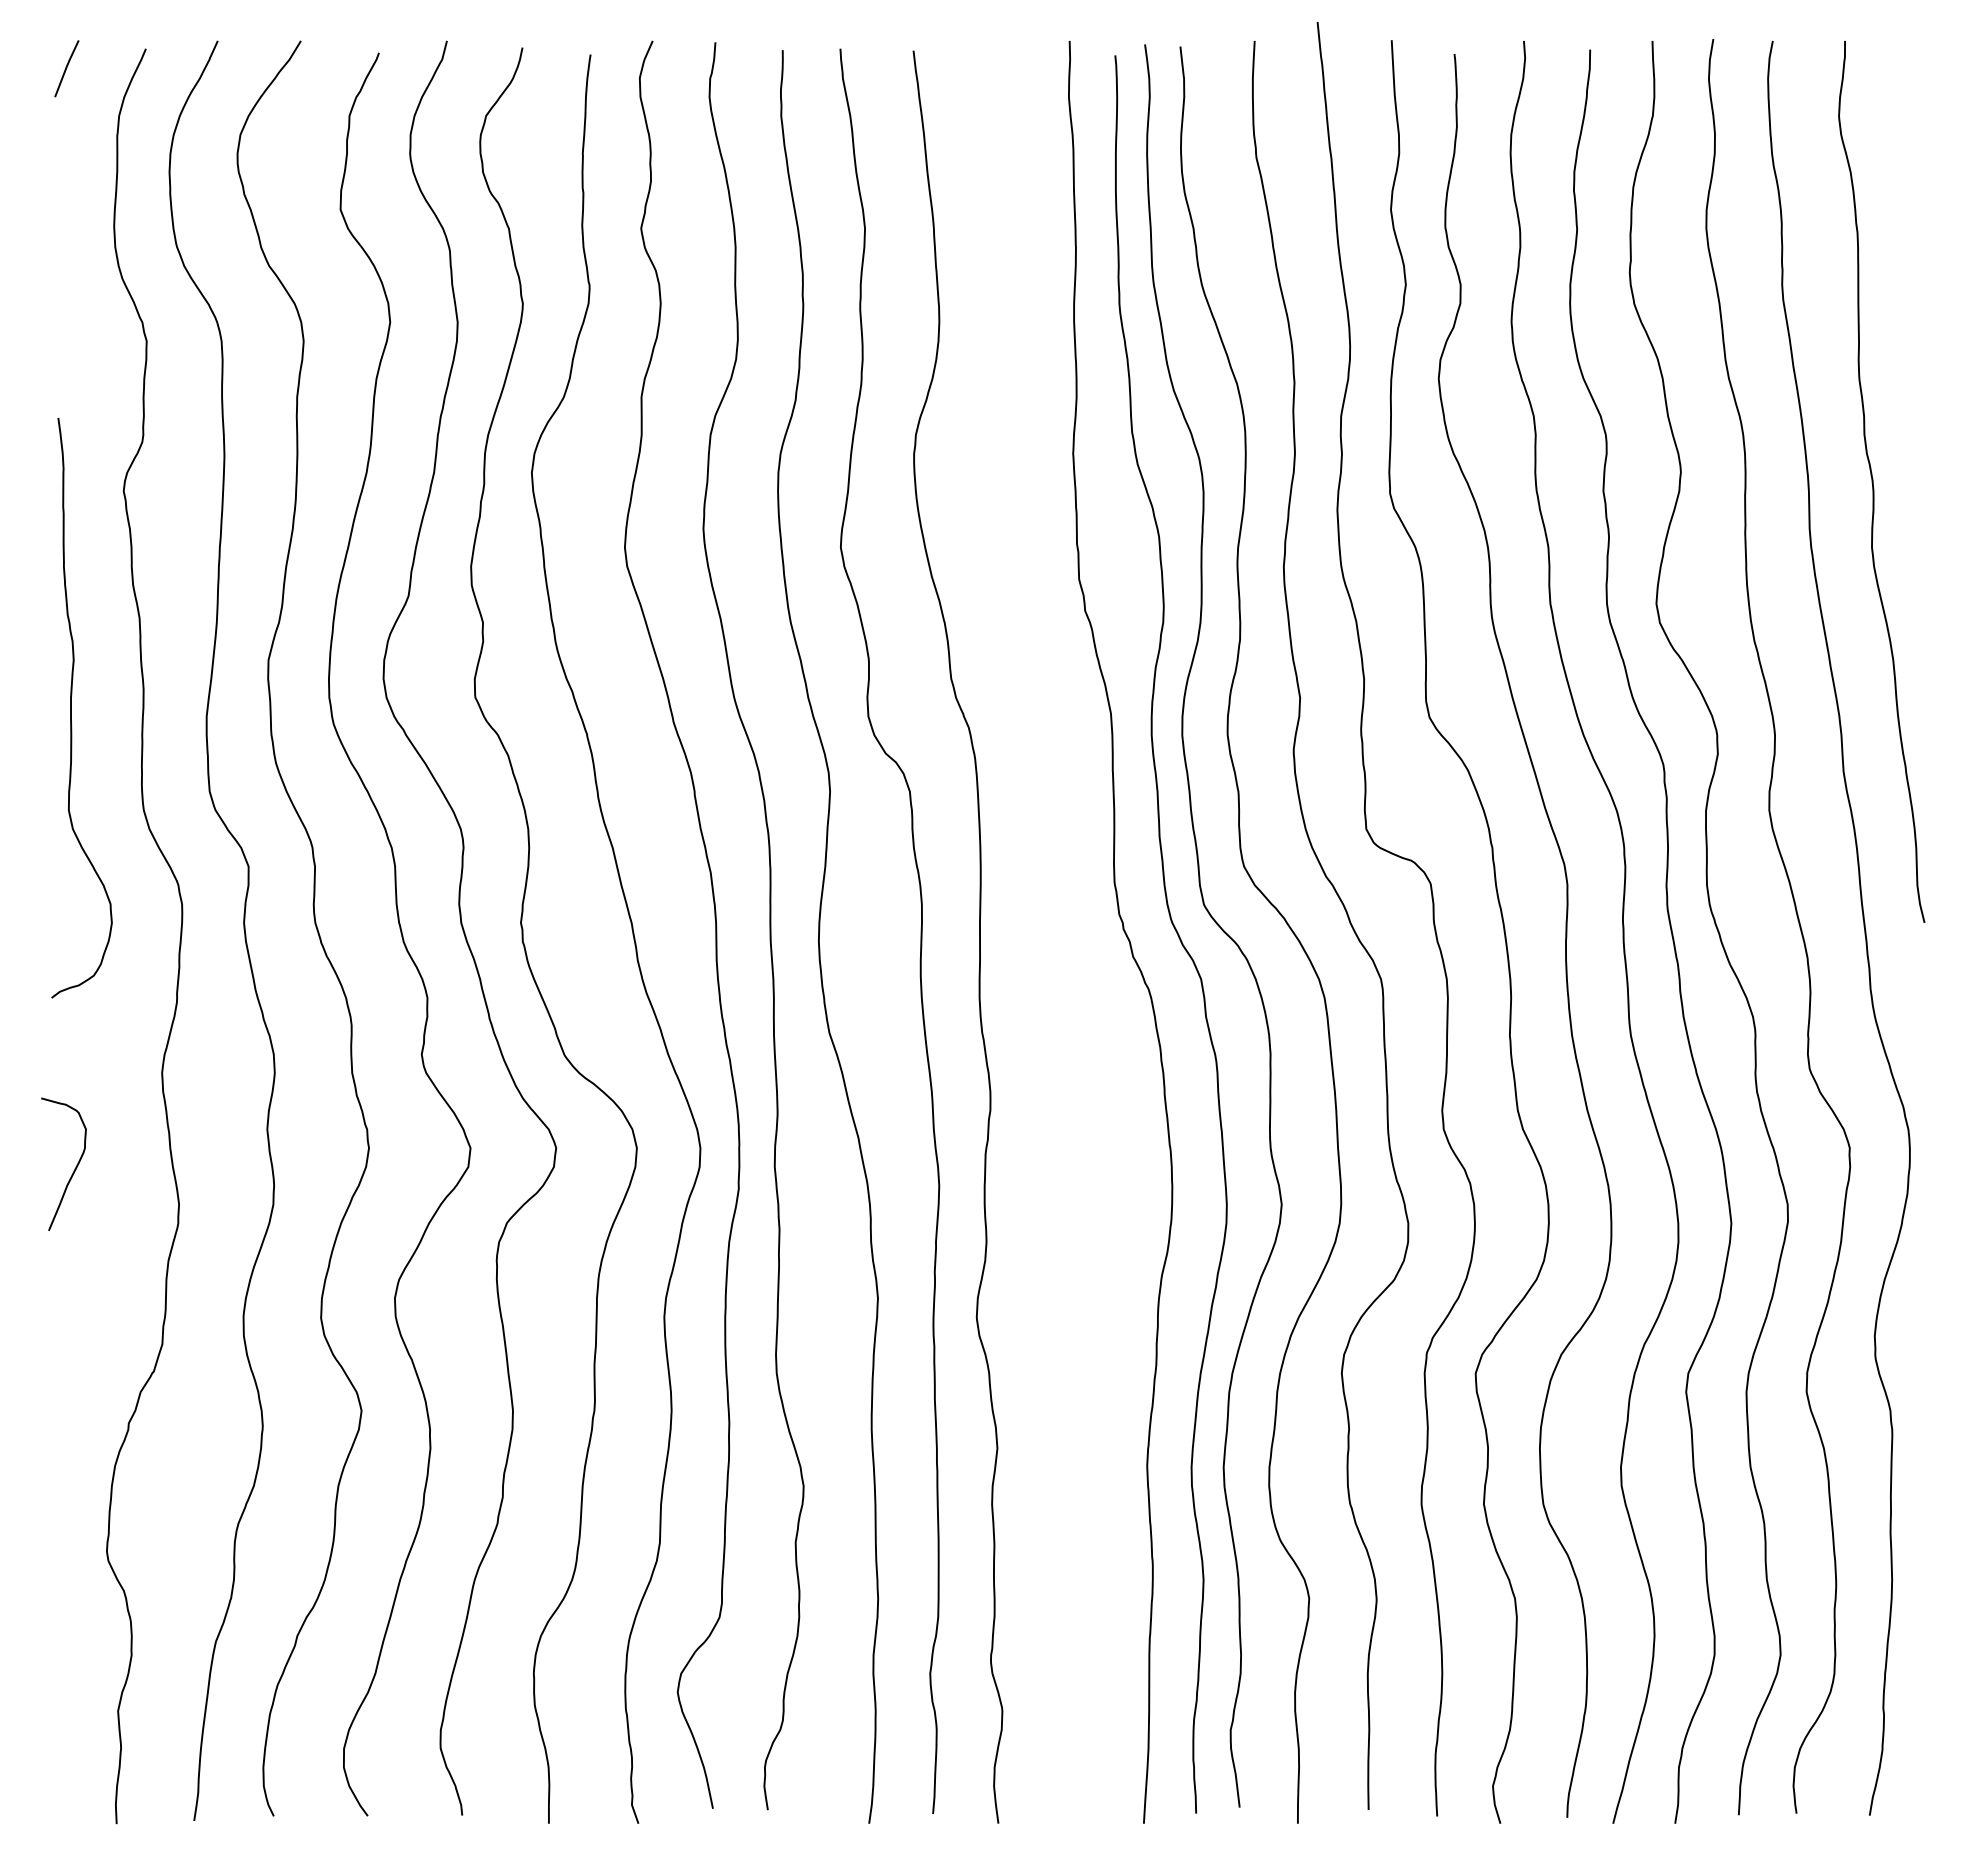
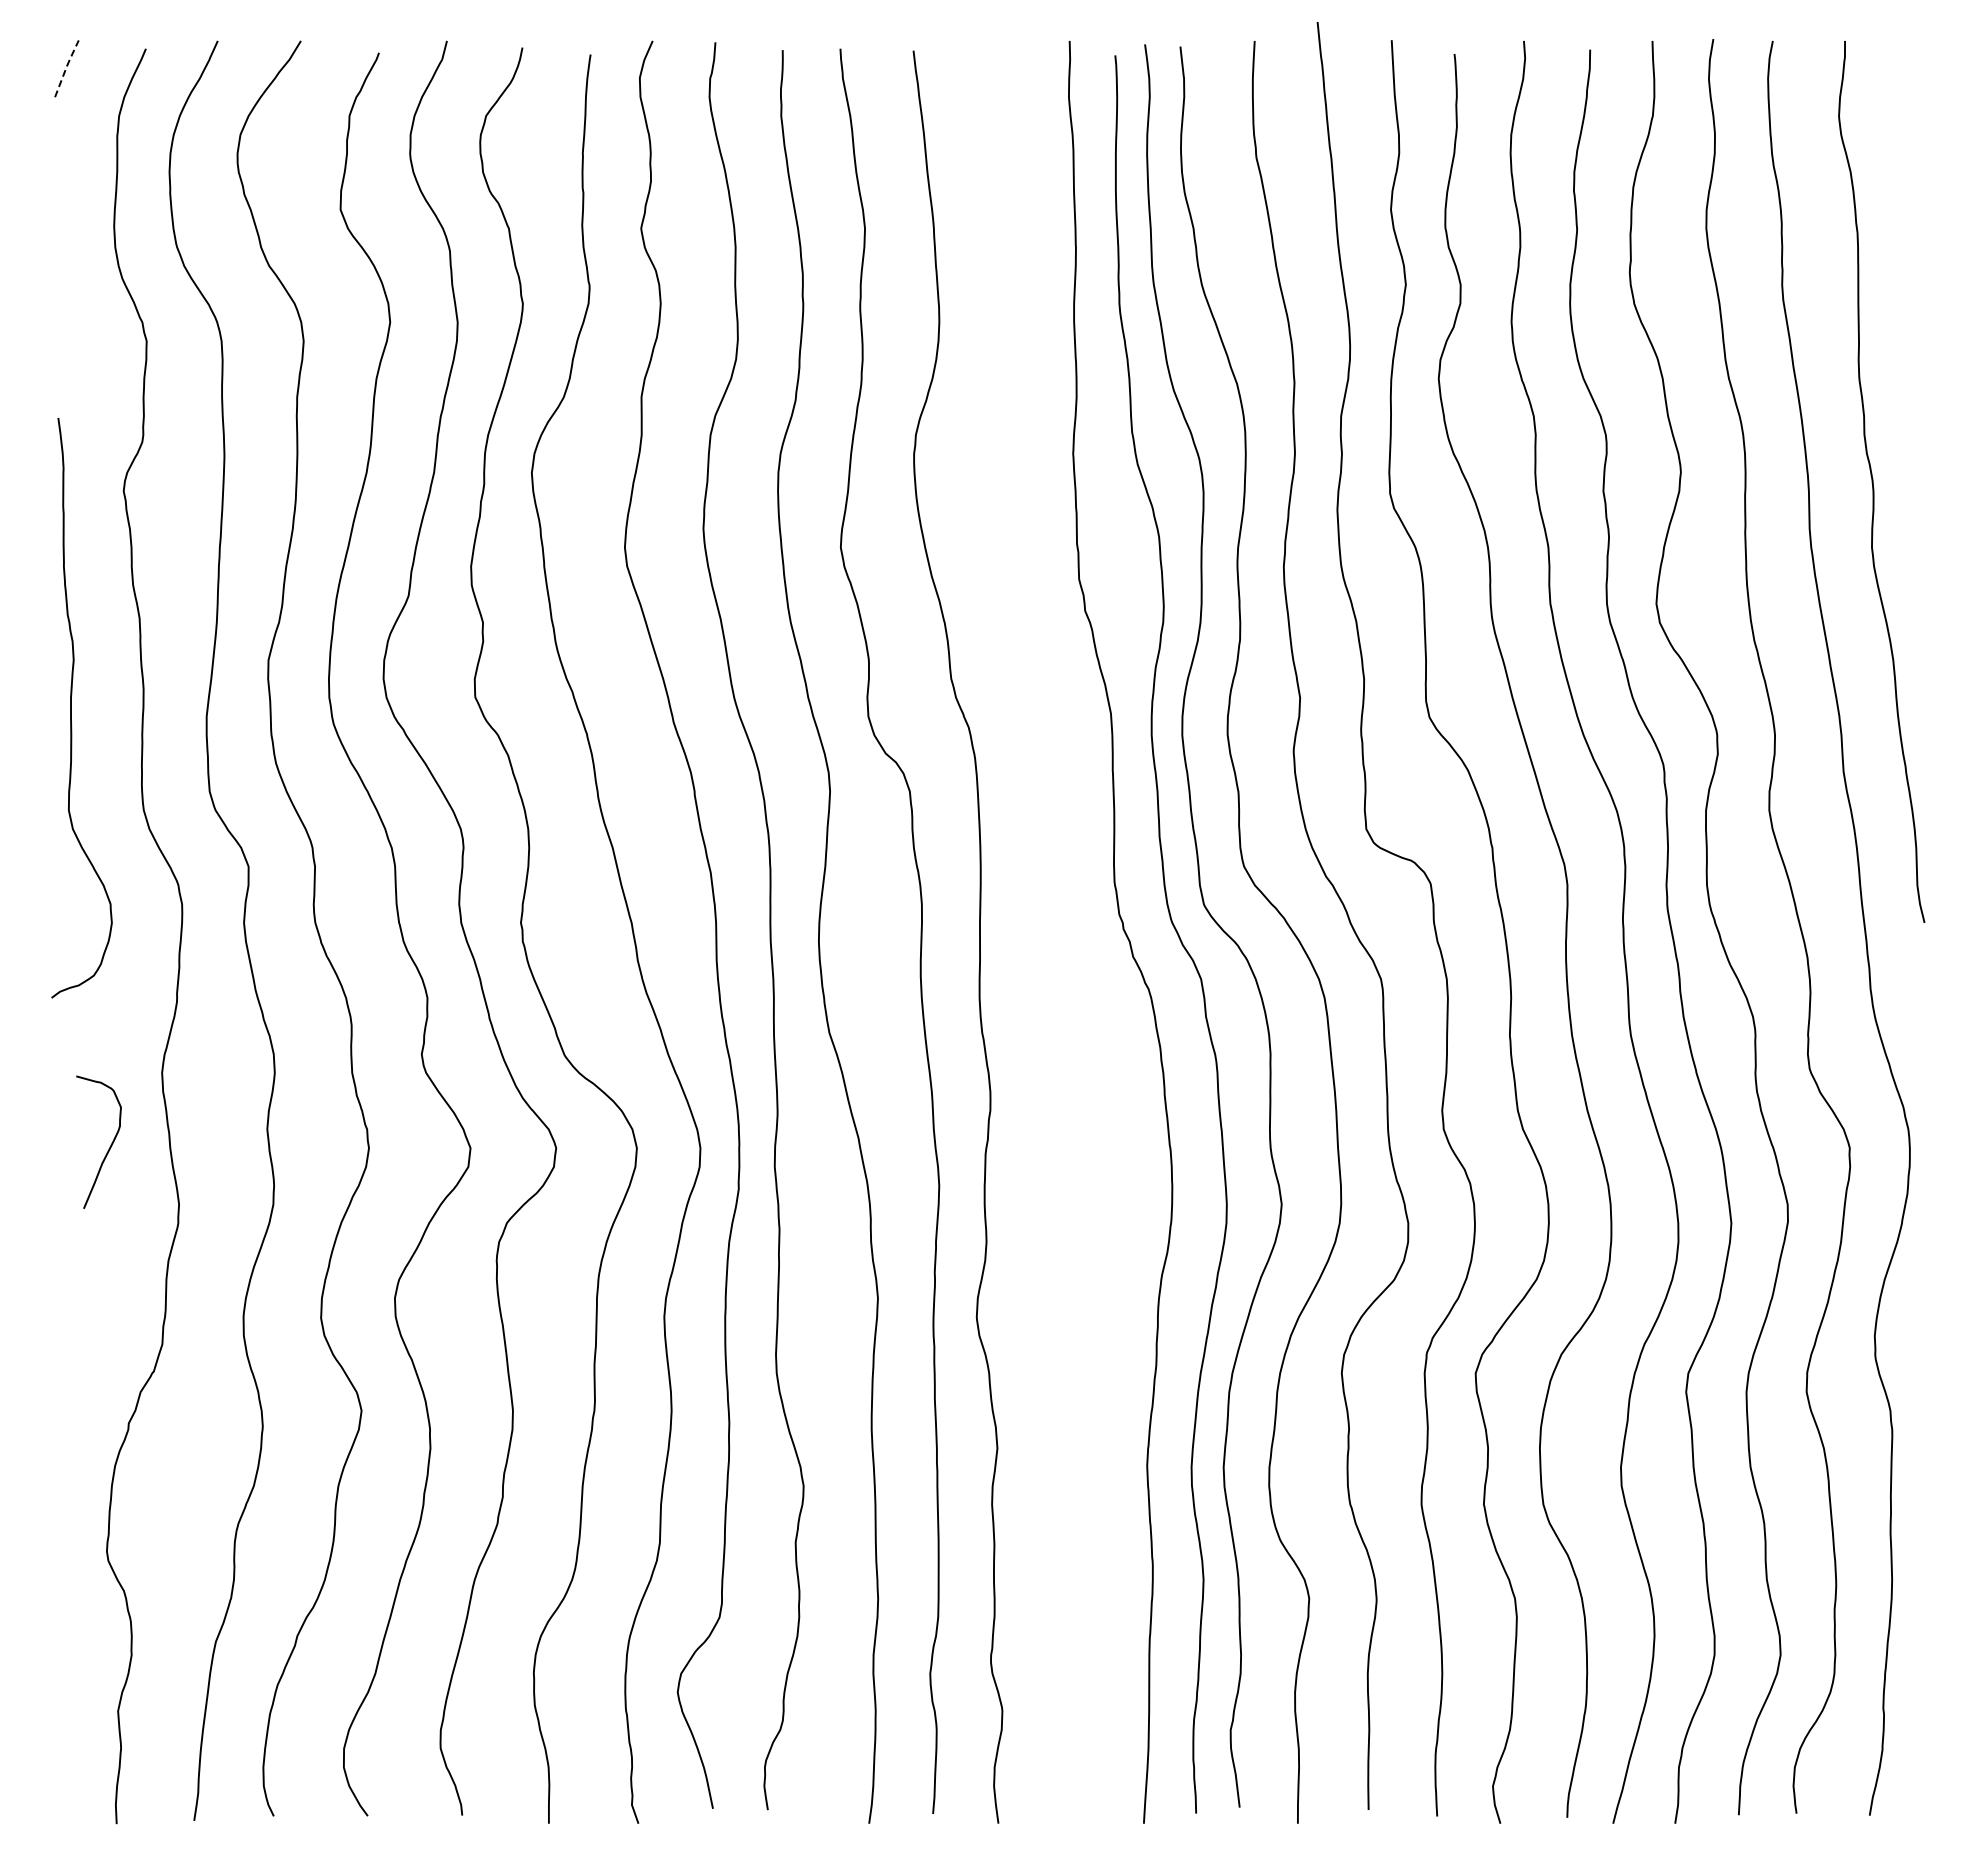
line at (66, 66): solid -> dashed
curve at (74, 1168) position: (74, 1168) -> (109, 1146)
